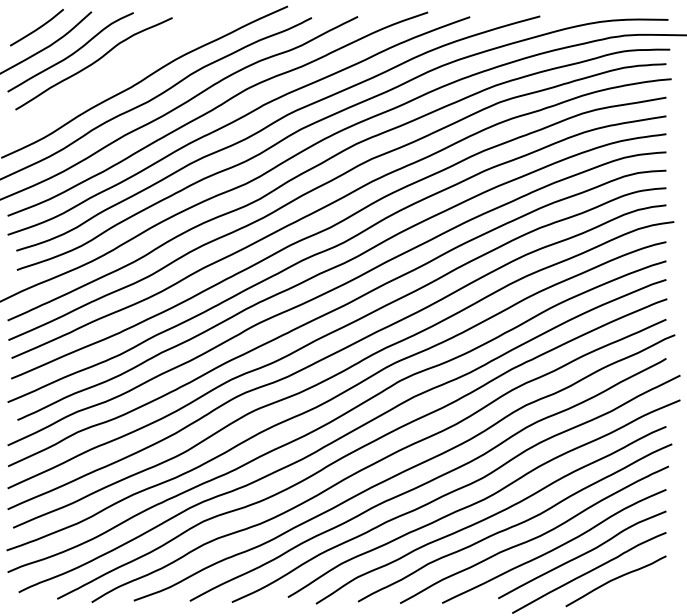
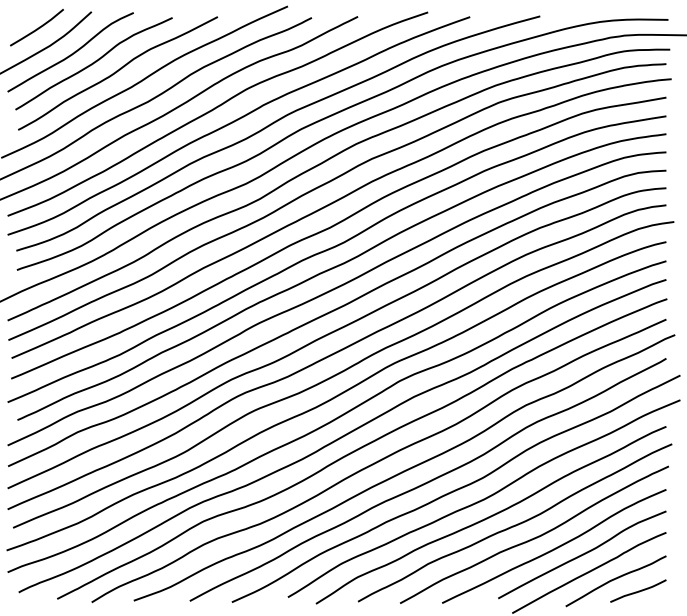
curve at (117, 72): none -> present
curve at (638, 590): none -> present
